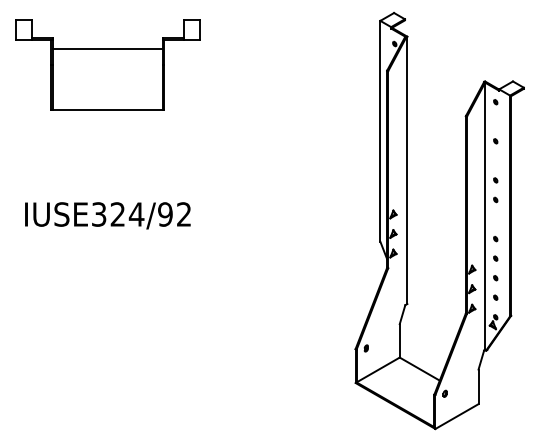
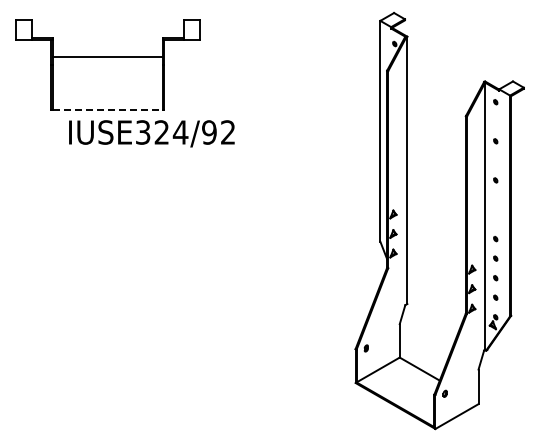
line at (107, 48) position: (107, 48) -> (107, 56)
line at (108, 109): solid -> dashed
part at (495, 199): present -> none
text at (107, 215) position: (107, 215) -> (151, 133)
